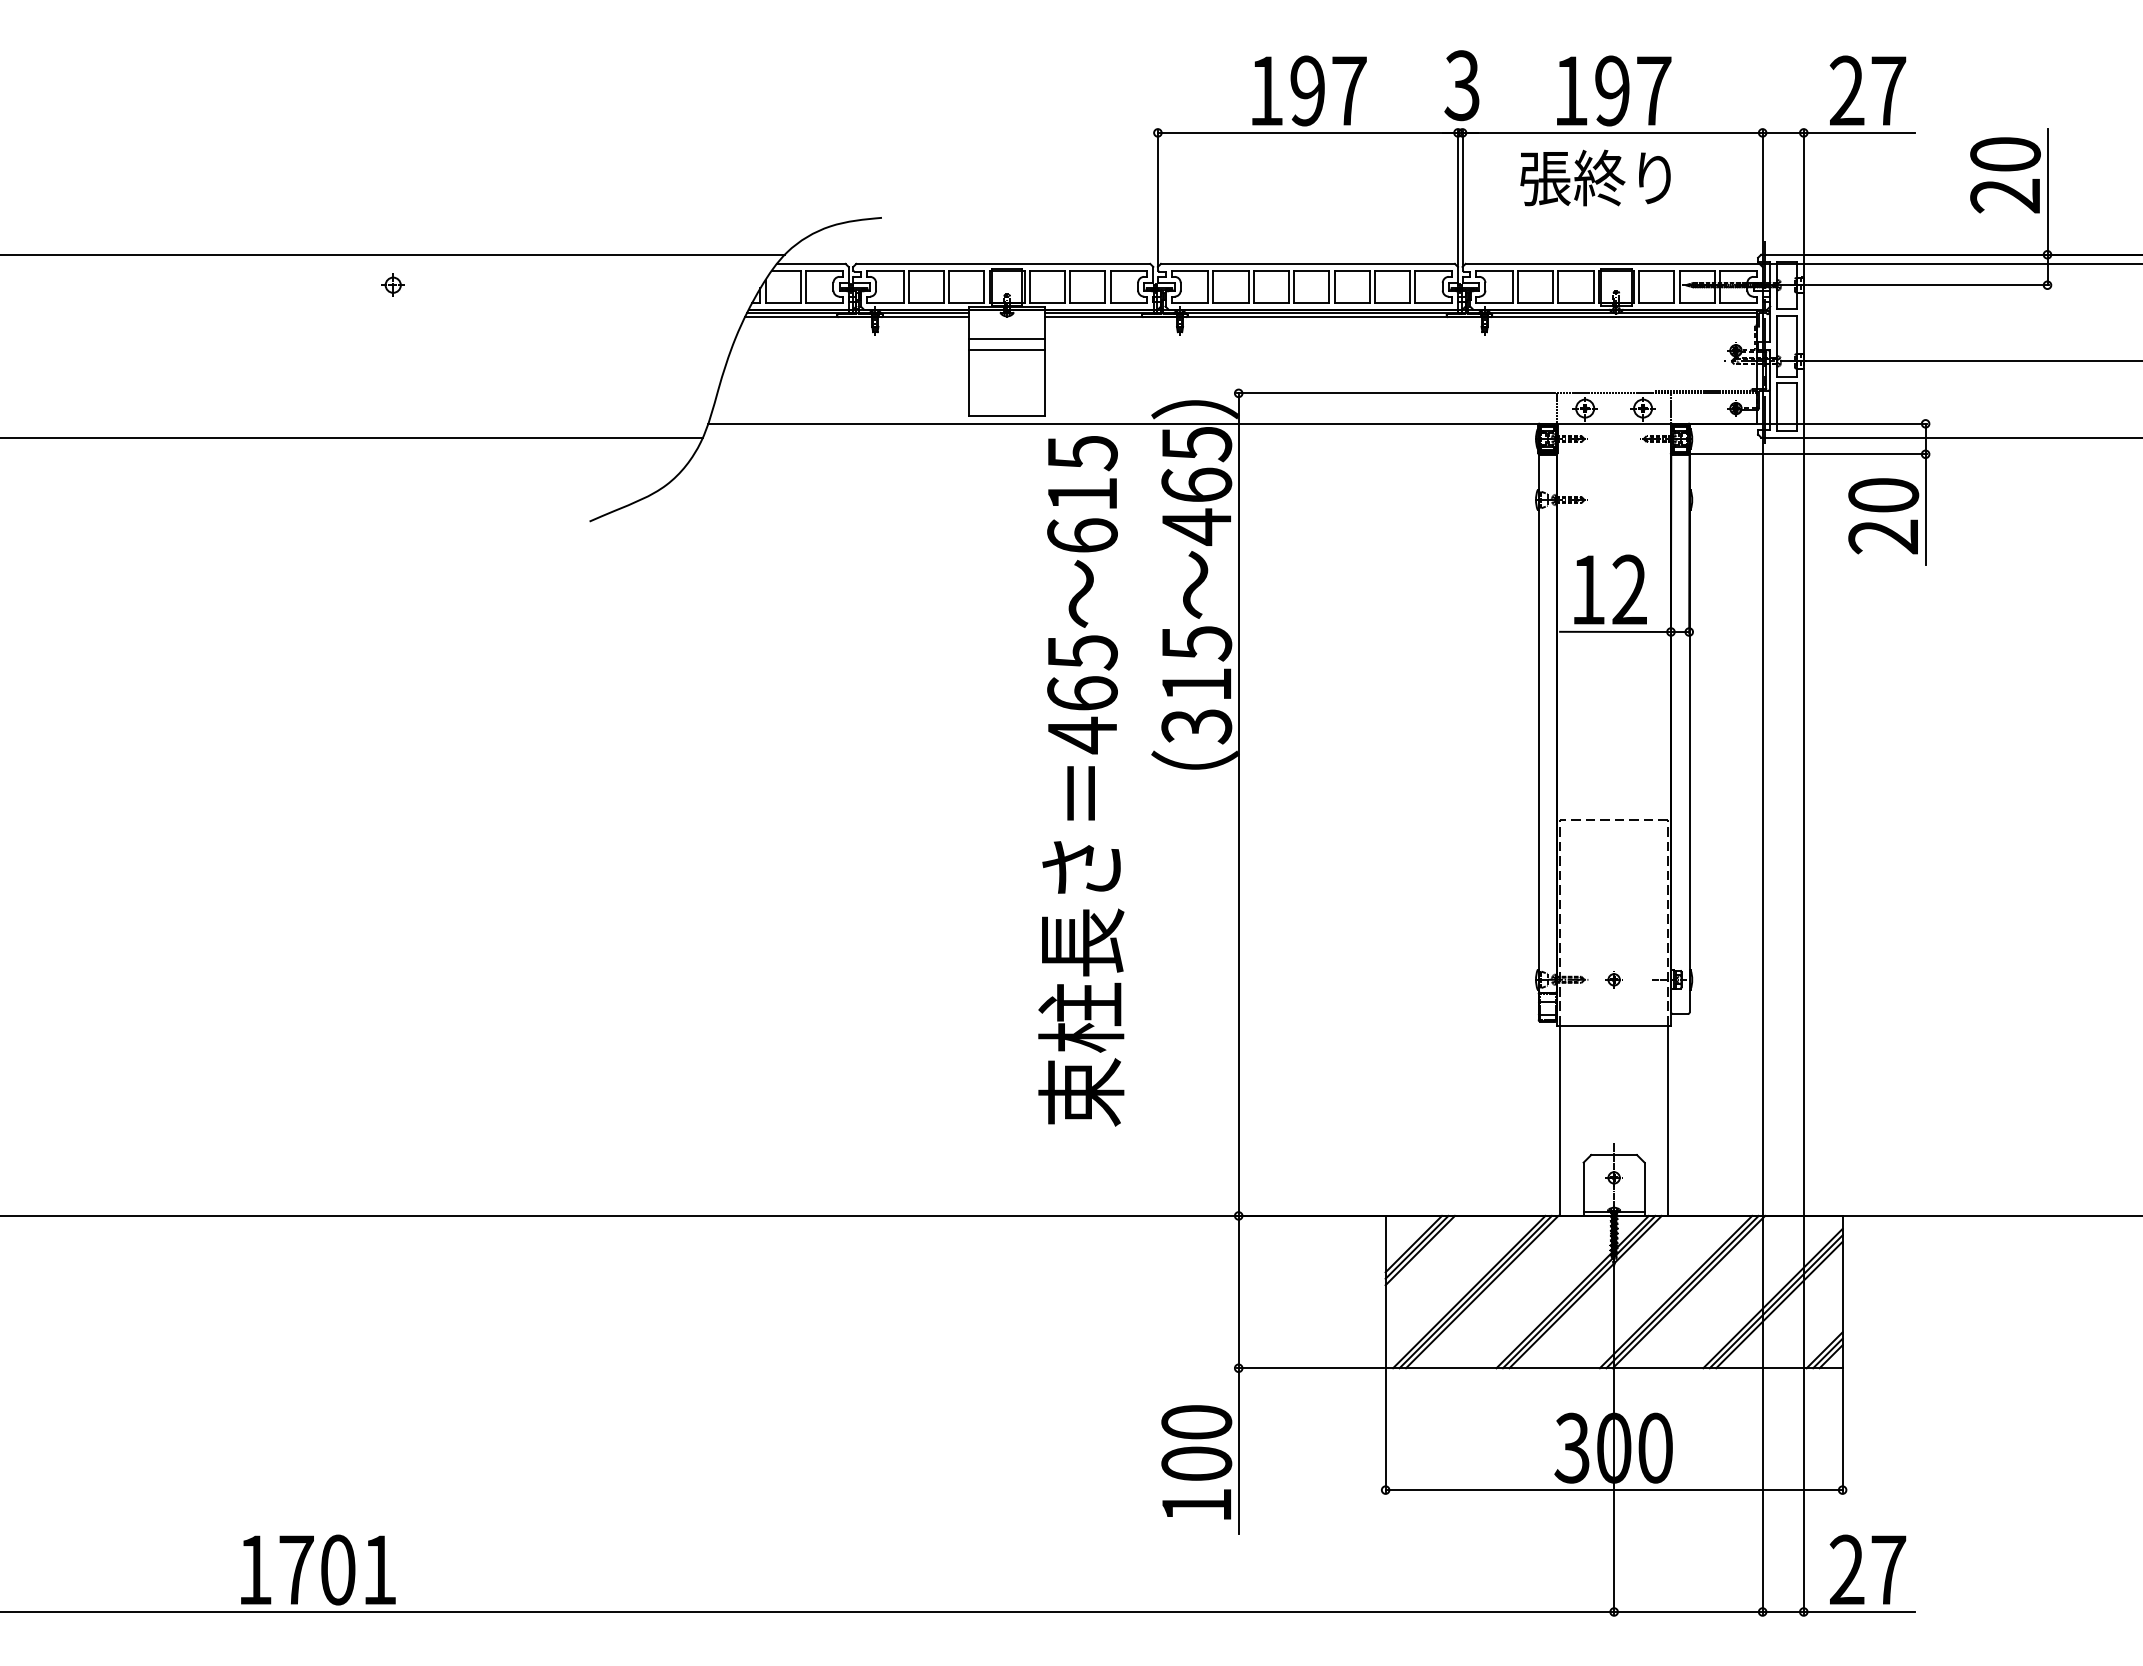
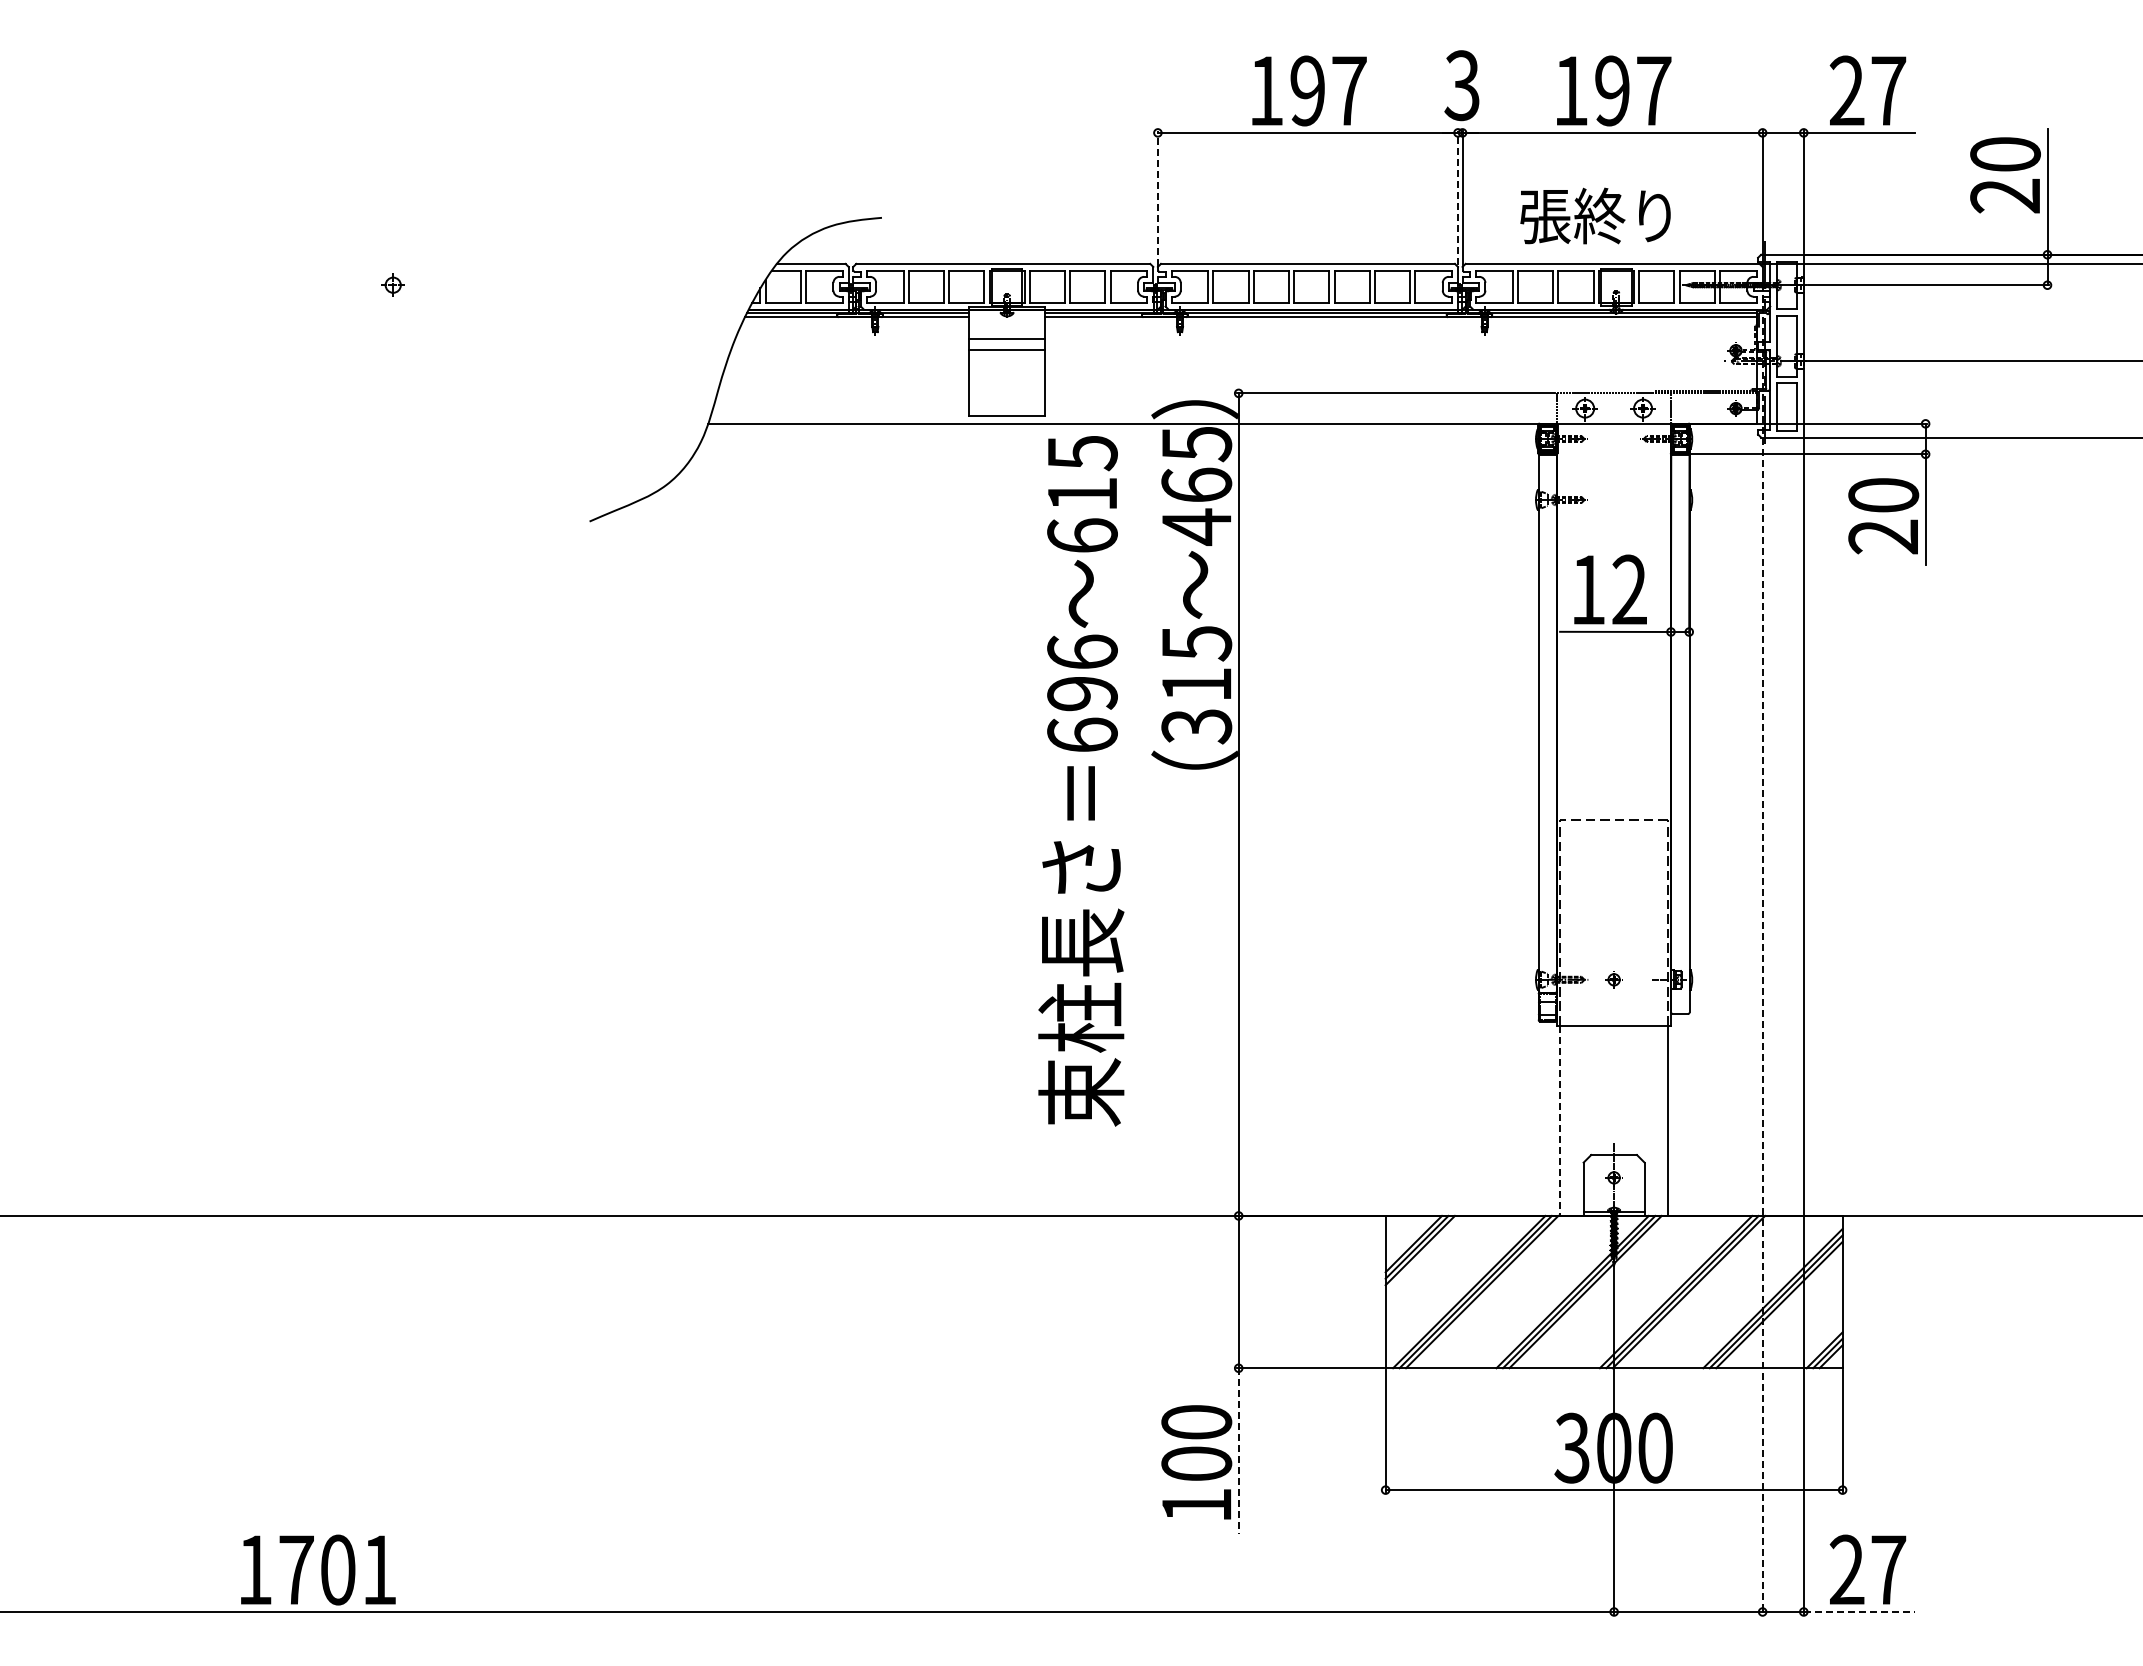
text at (1595, 177) position: (1595, 177) -> (1595, 215)
line at (1457, 197): solid -> dashed
line at (1157, 198): solid -> dashed
line at (393, 254): present -> none
line at (352, 437): present -> none
text at (1082, 694): 465 -> 696
line at (1762, 948): solid -> dashed
line at (1560, 1121): solid -> dashed
line at (1238, 1450): solid -> dashed
line at (1859, 1611): solid -> dashed
